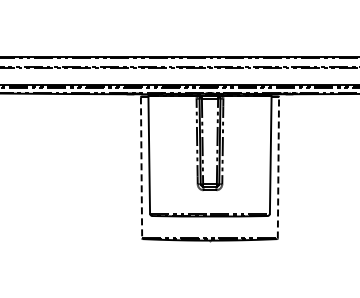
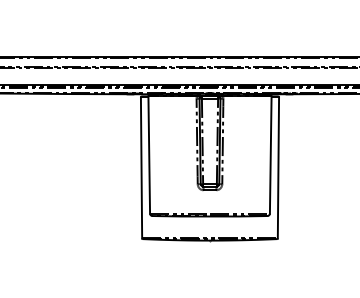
line at (141, 167): dashed -> solid
line at (278, 167): dashed -> solid
